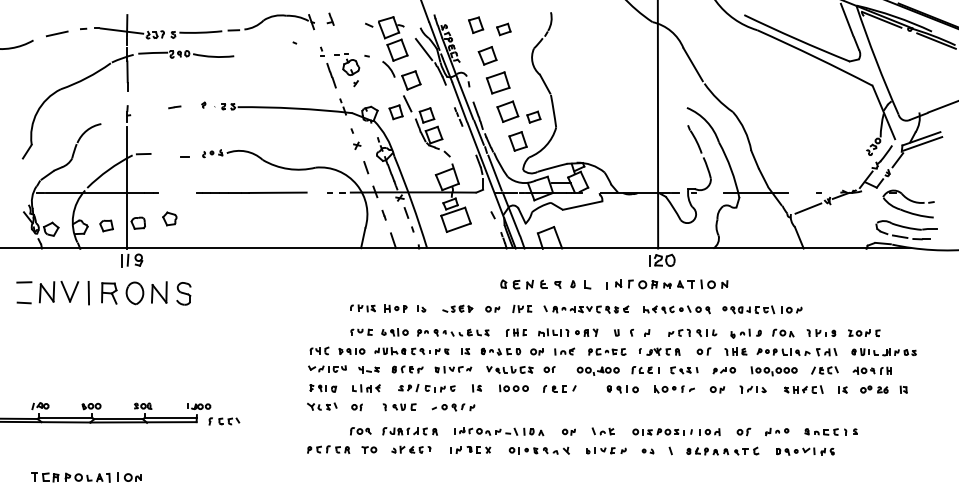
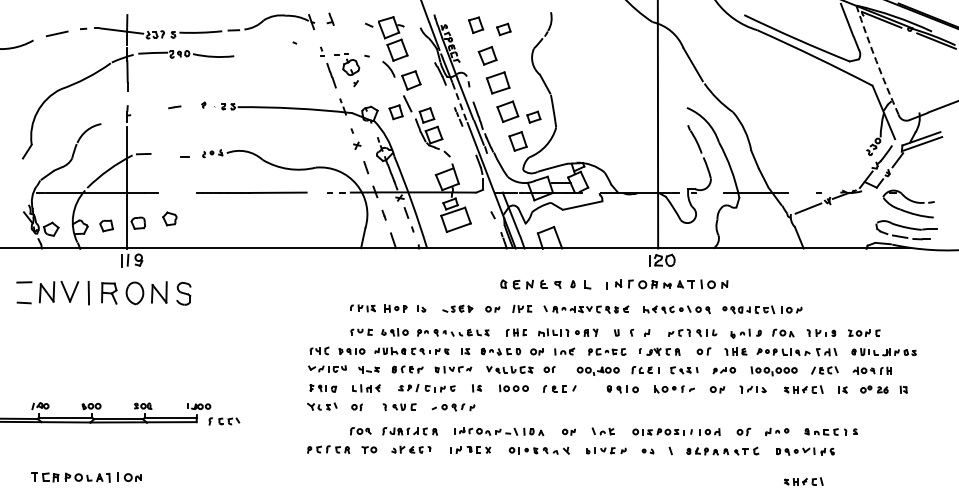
line at (423, 49): present -> none
arc at (876, 60): solid -> dashed
line at (459, 102): solid -> dashed
line at (494, 172): present -> none
part at (803, 481): none -> present
